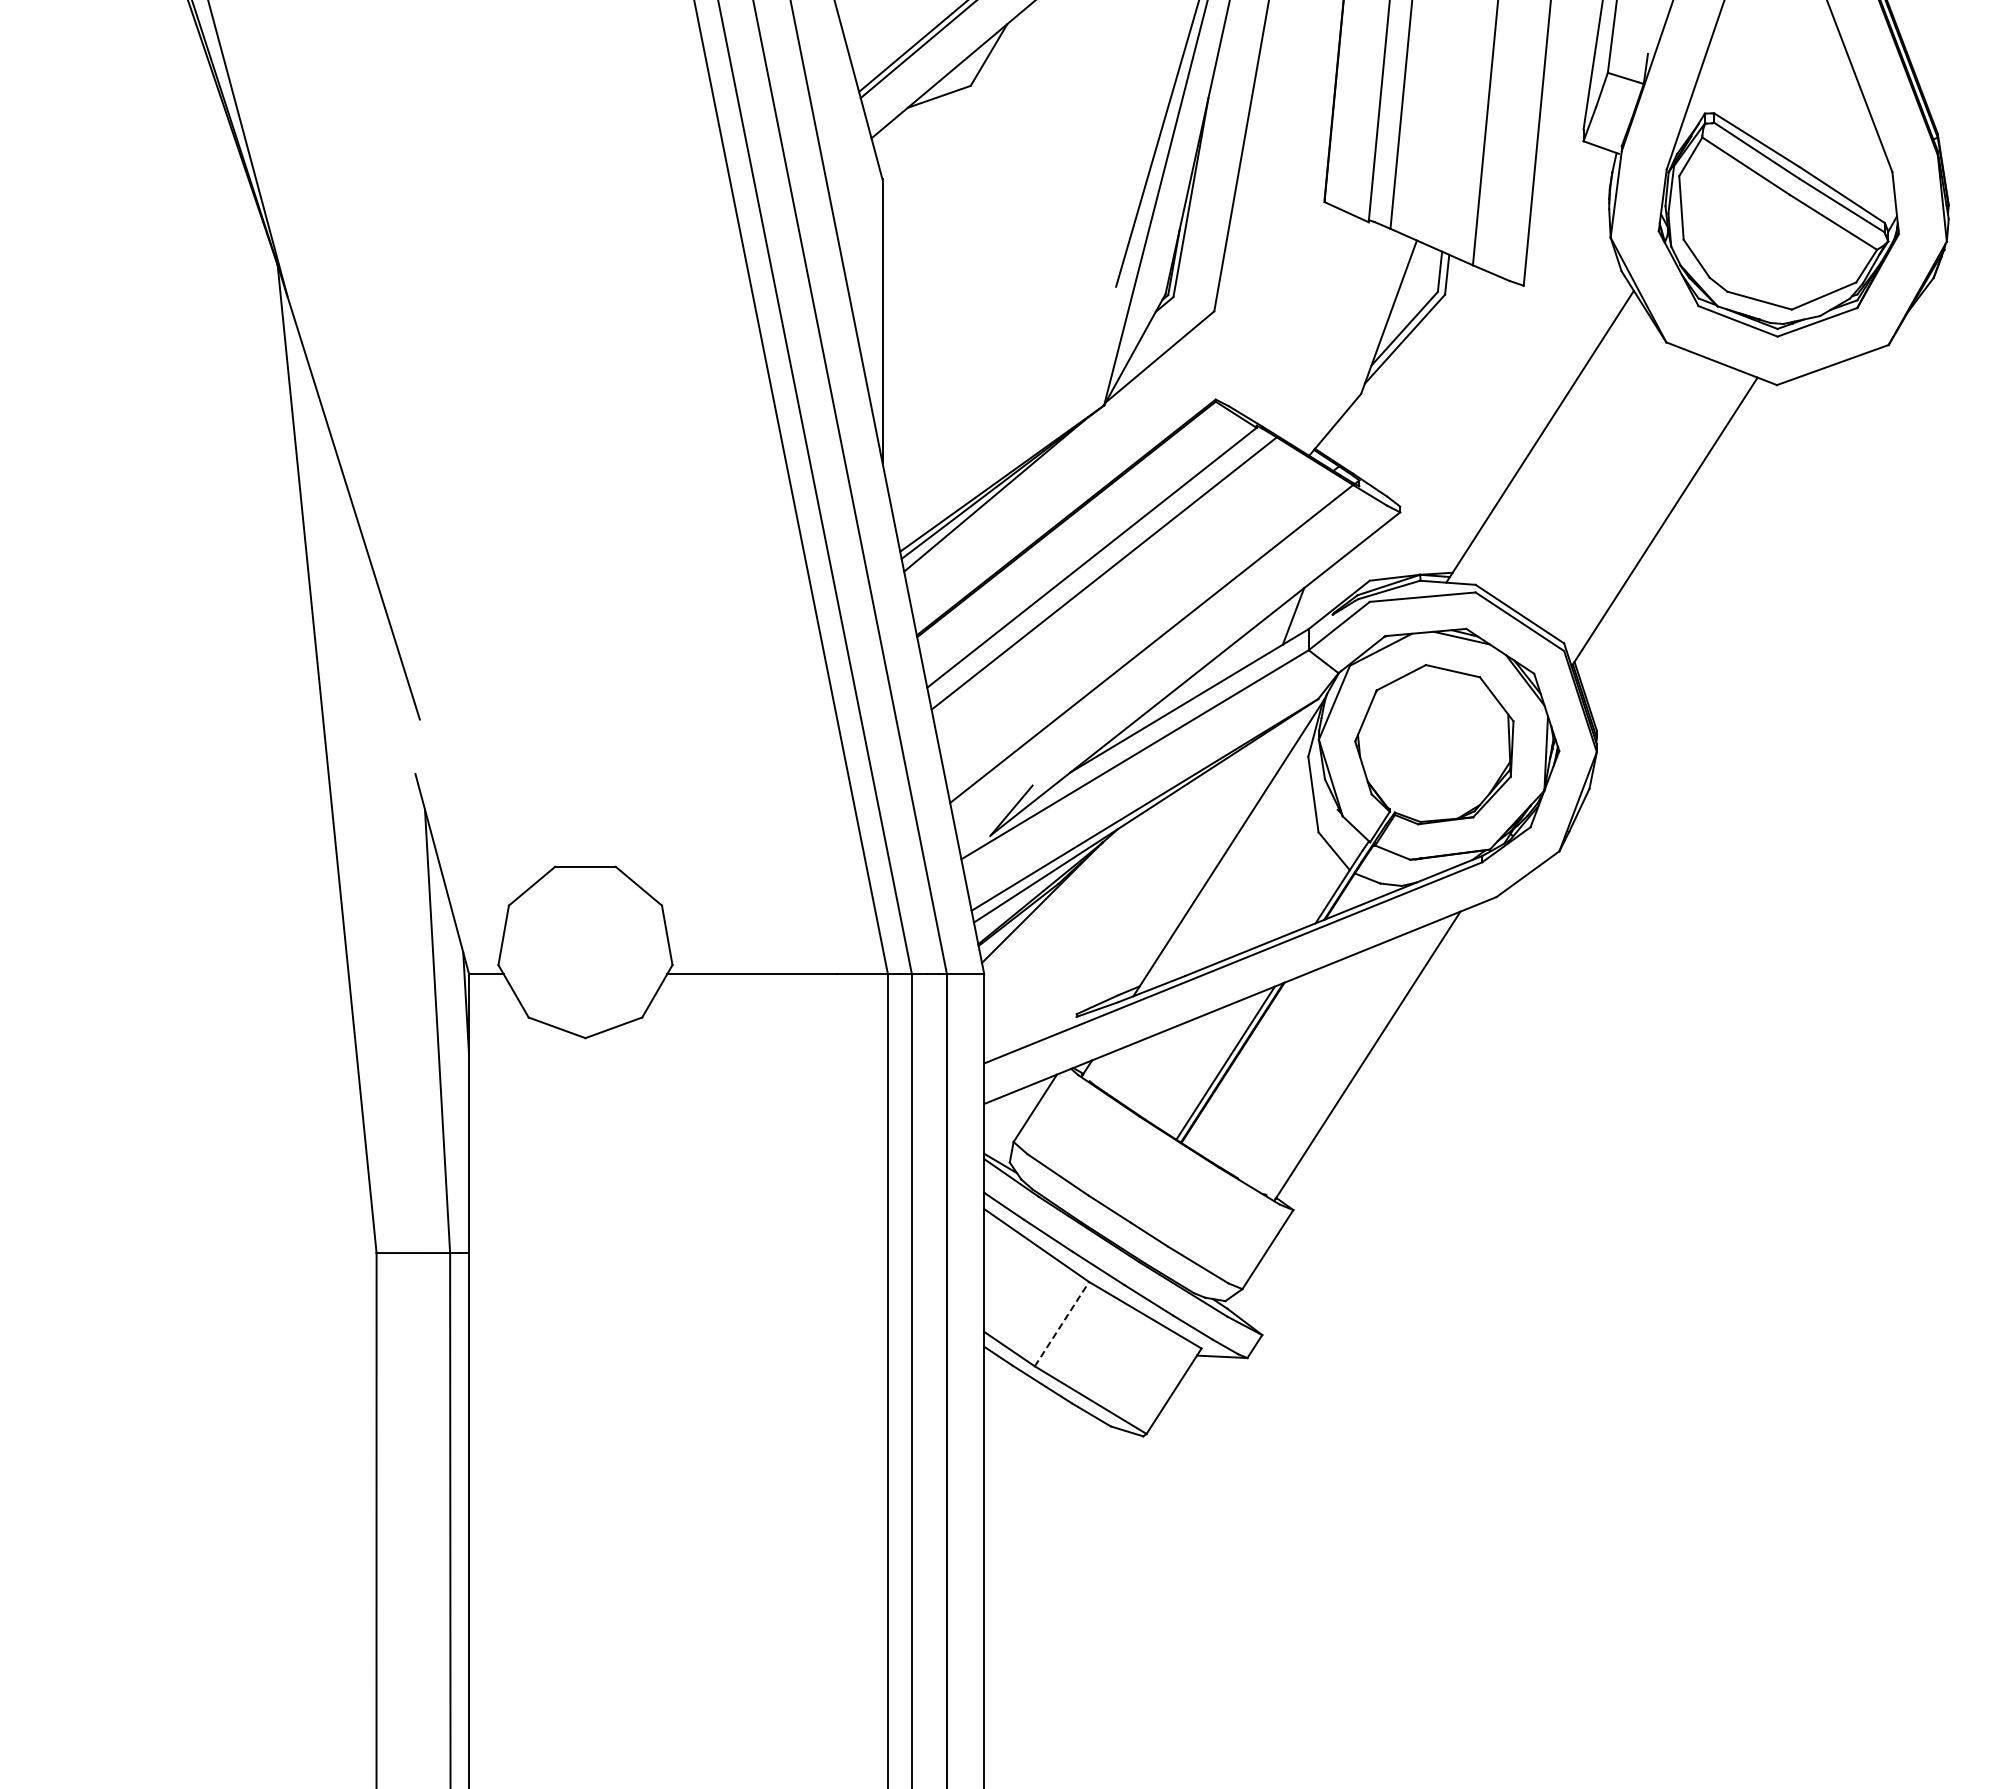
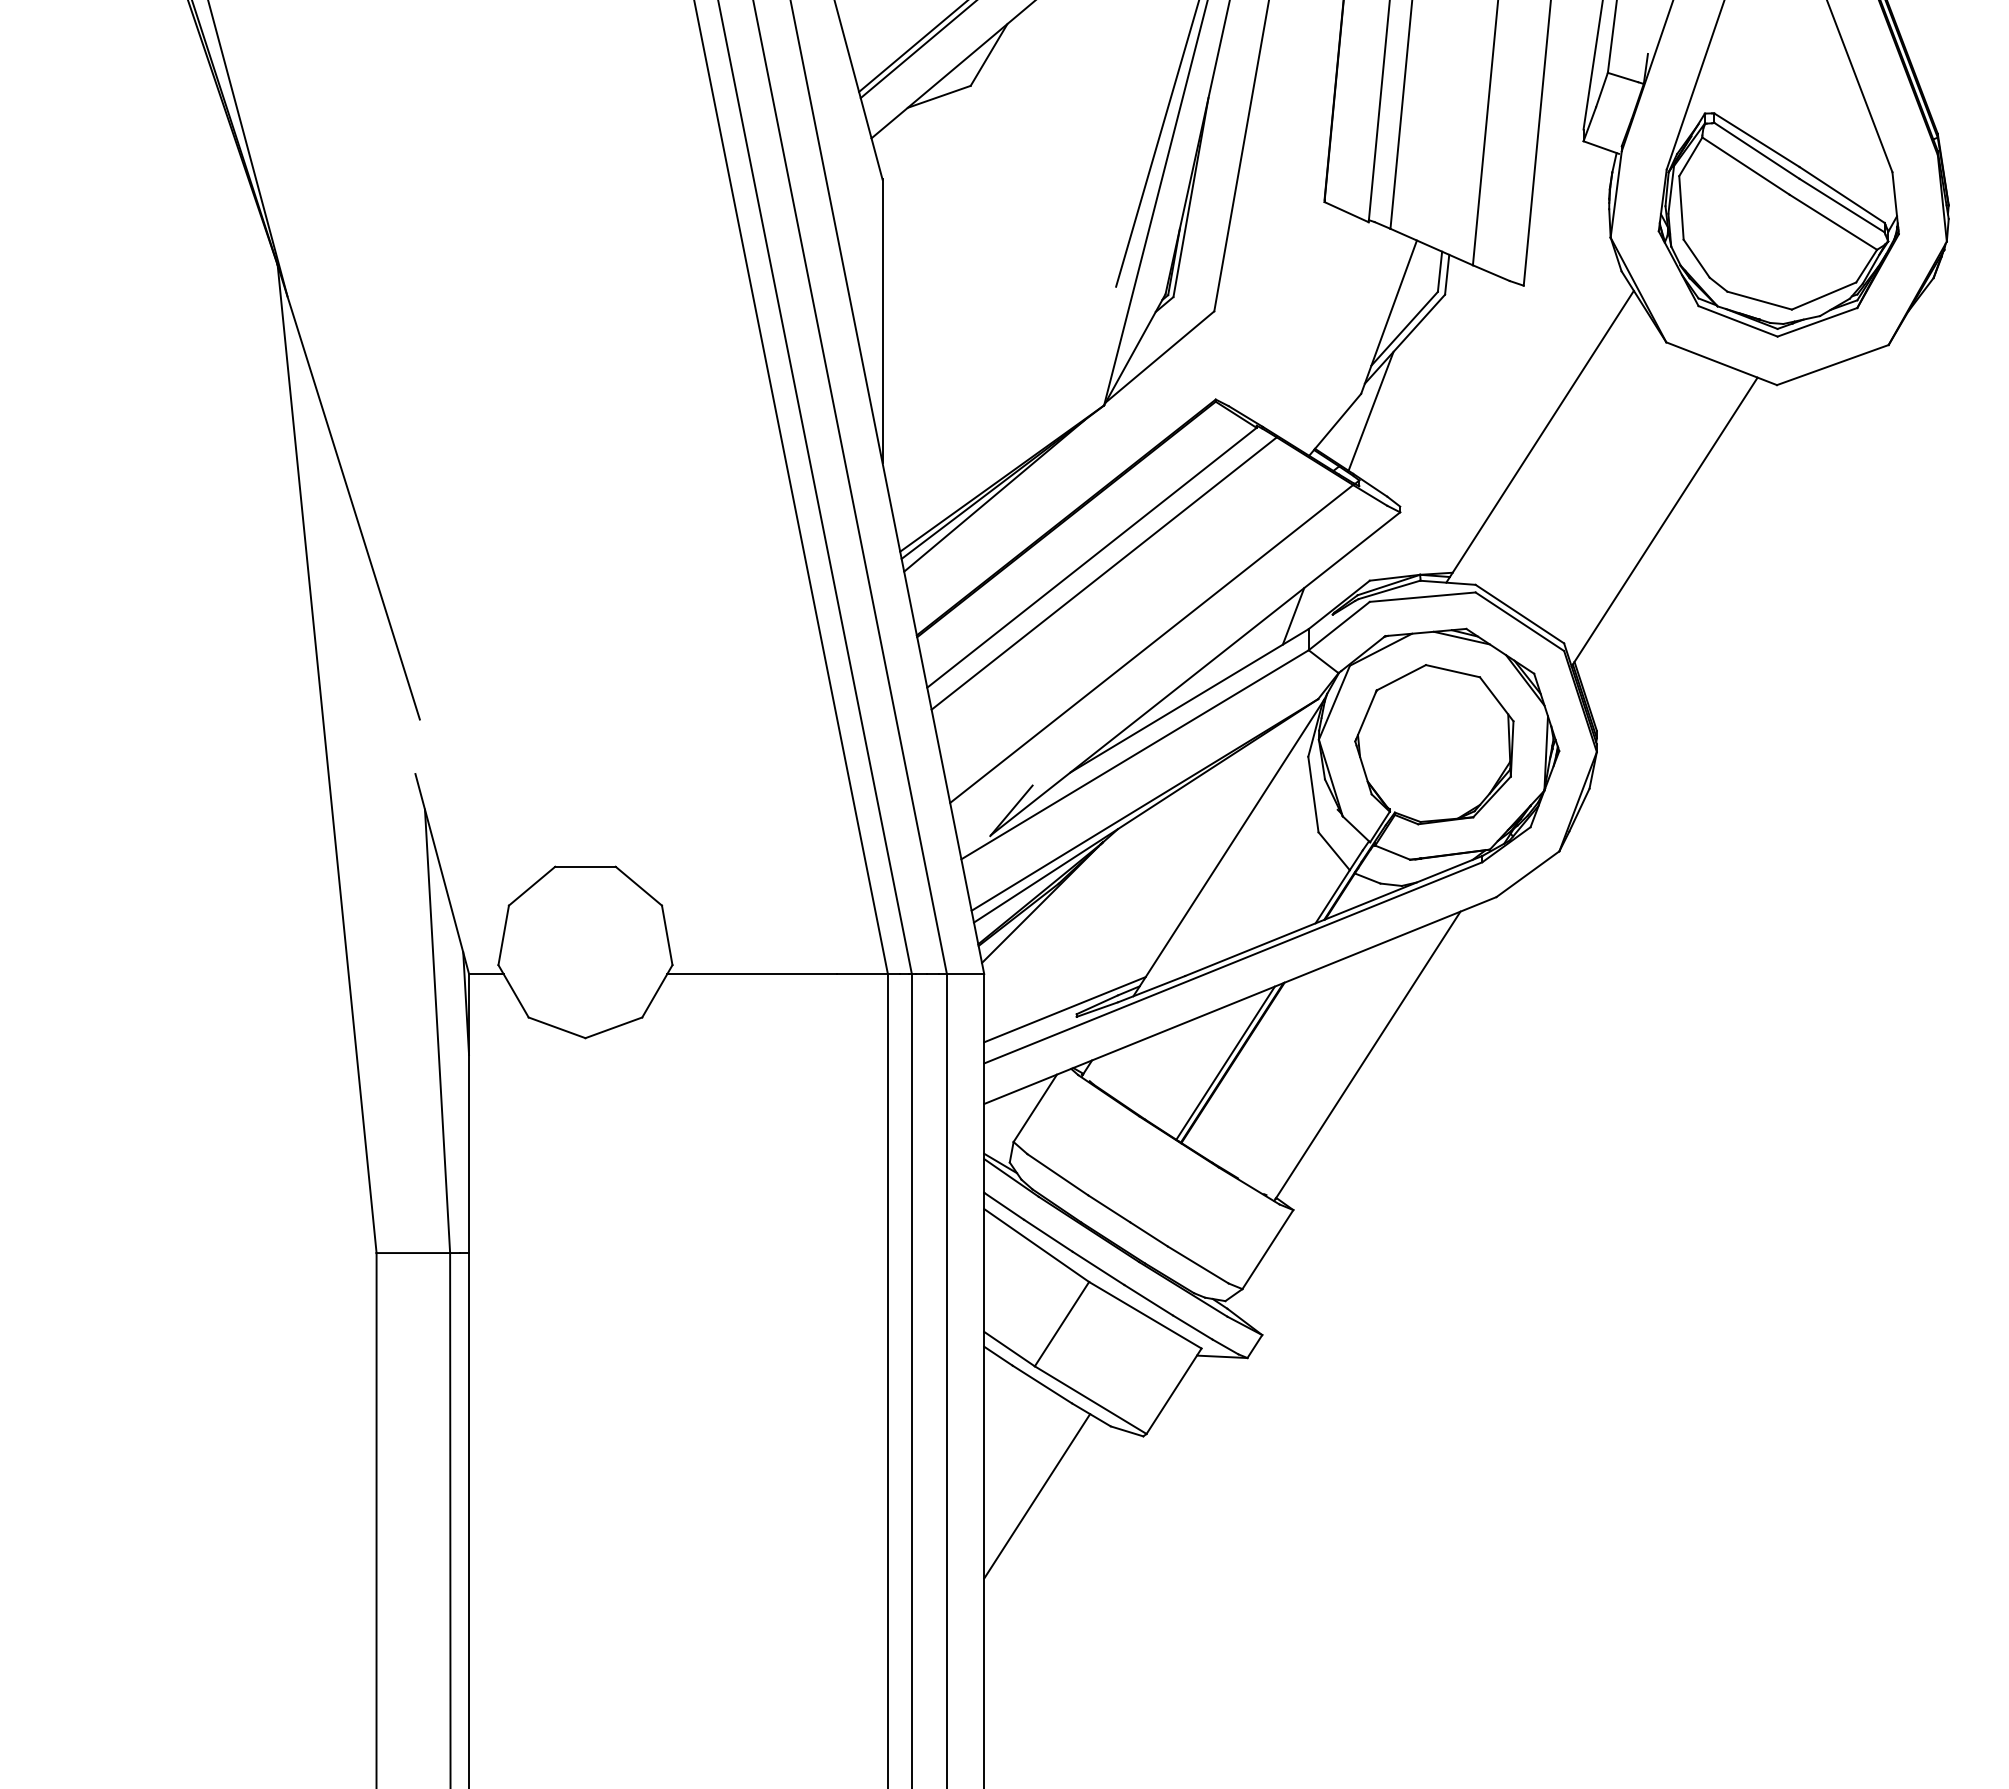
line at (1370, 410): none -> present
line at (1064, 1009): none -> present
line at (1062, 1323): dashed -> solid
line at (1037, 1496): none -> present
